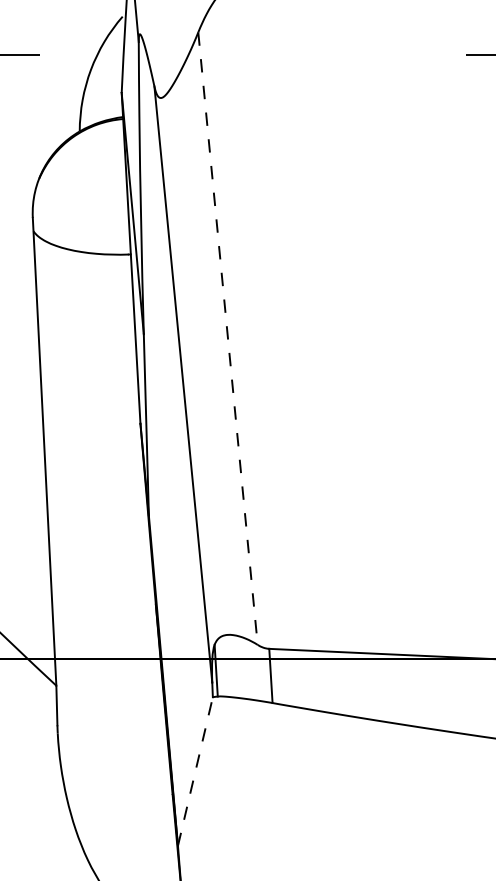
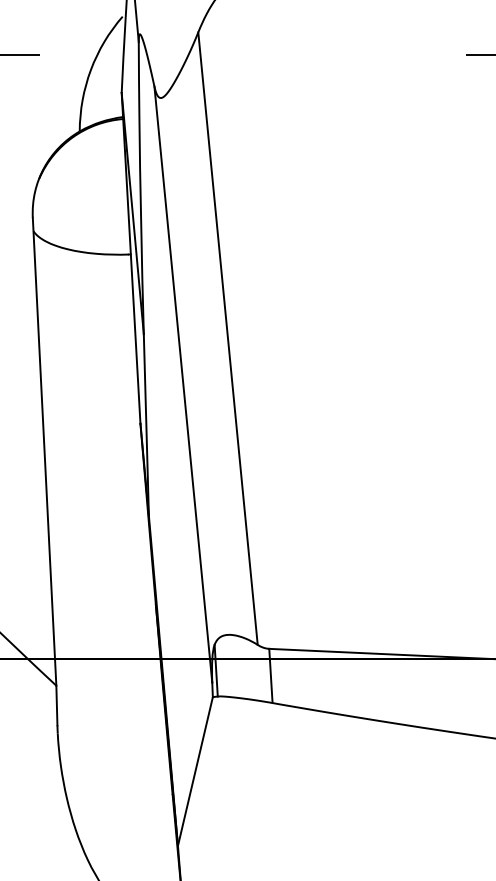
line at (228, 338): dashed -> solid
line at (195, 771): dashed -> solid
